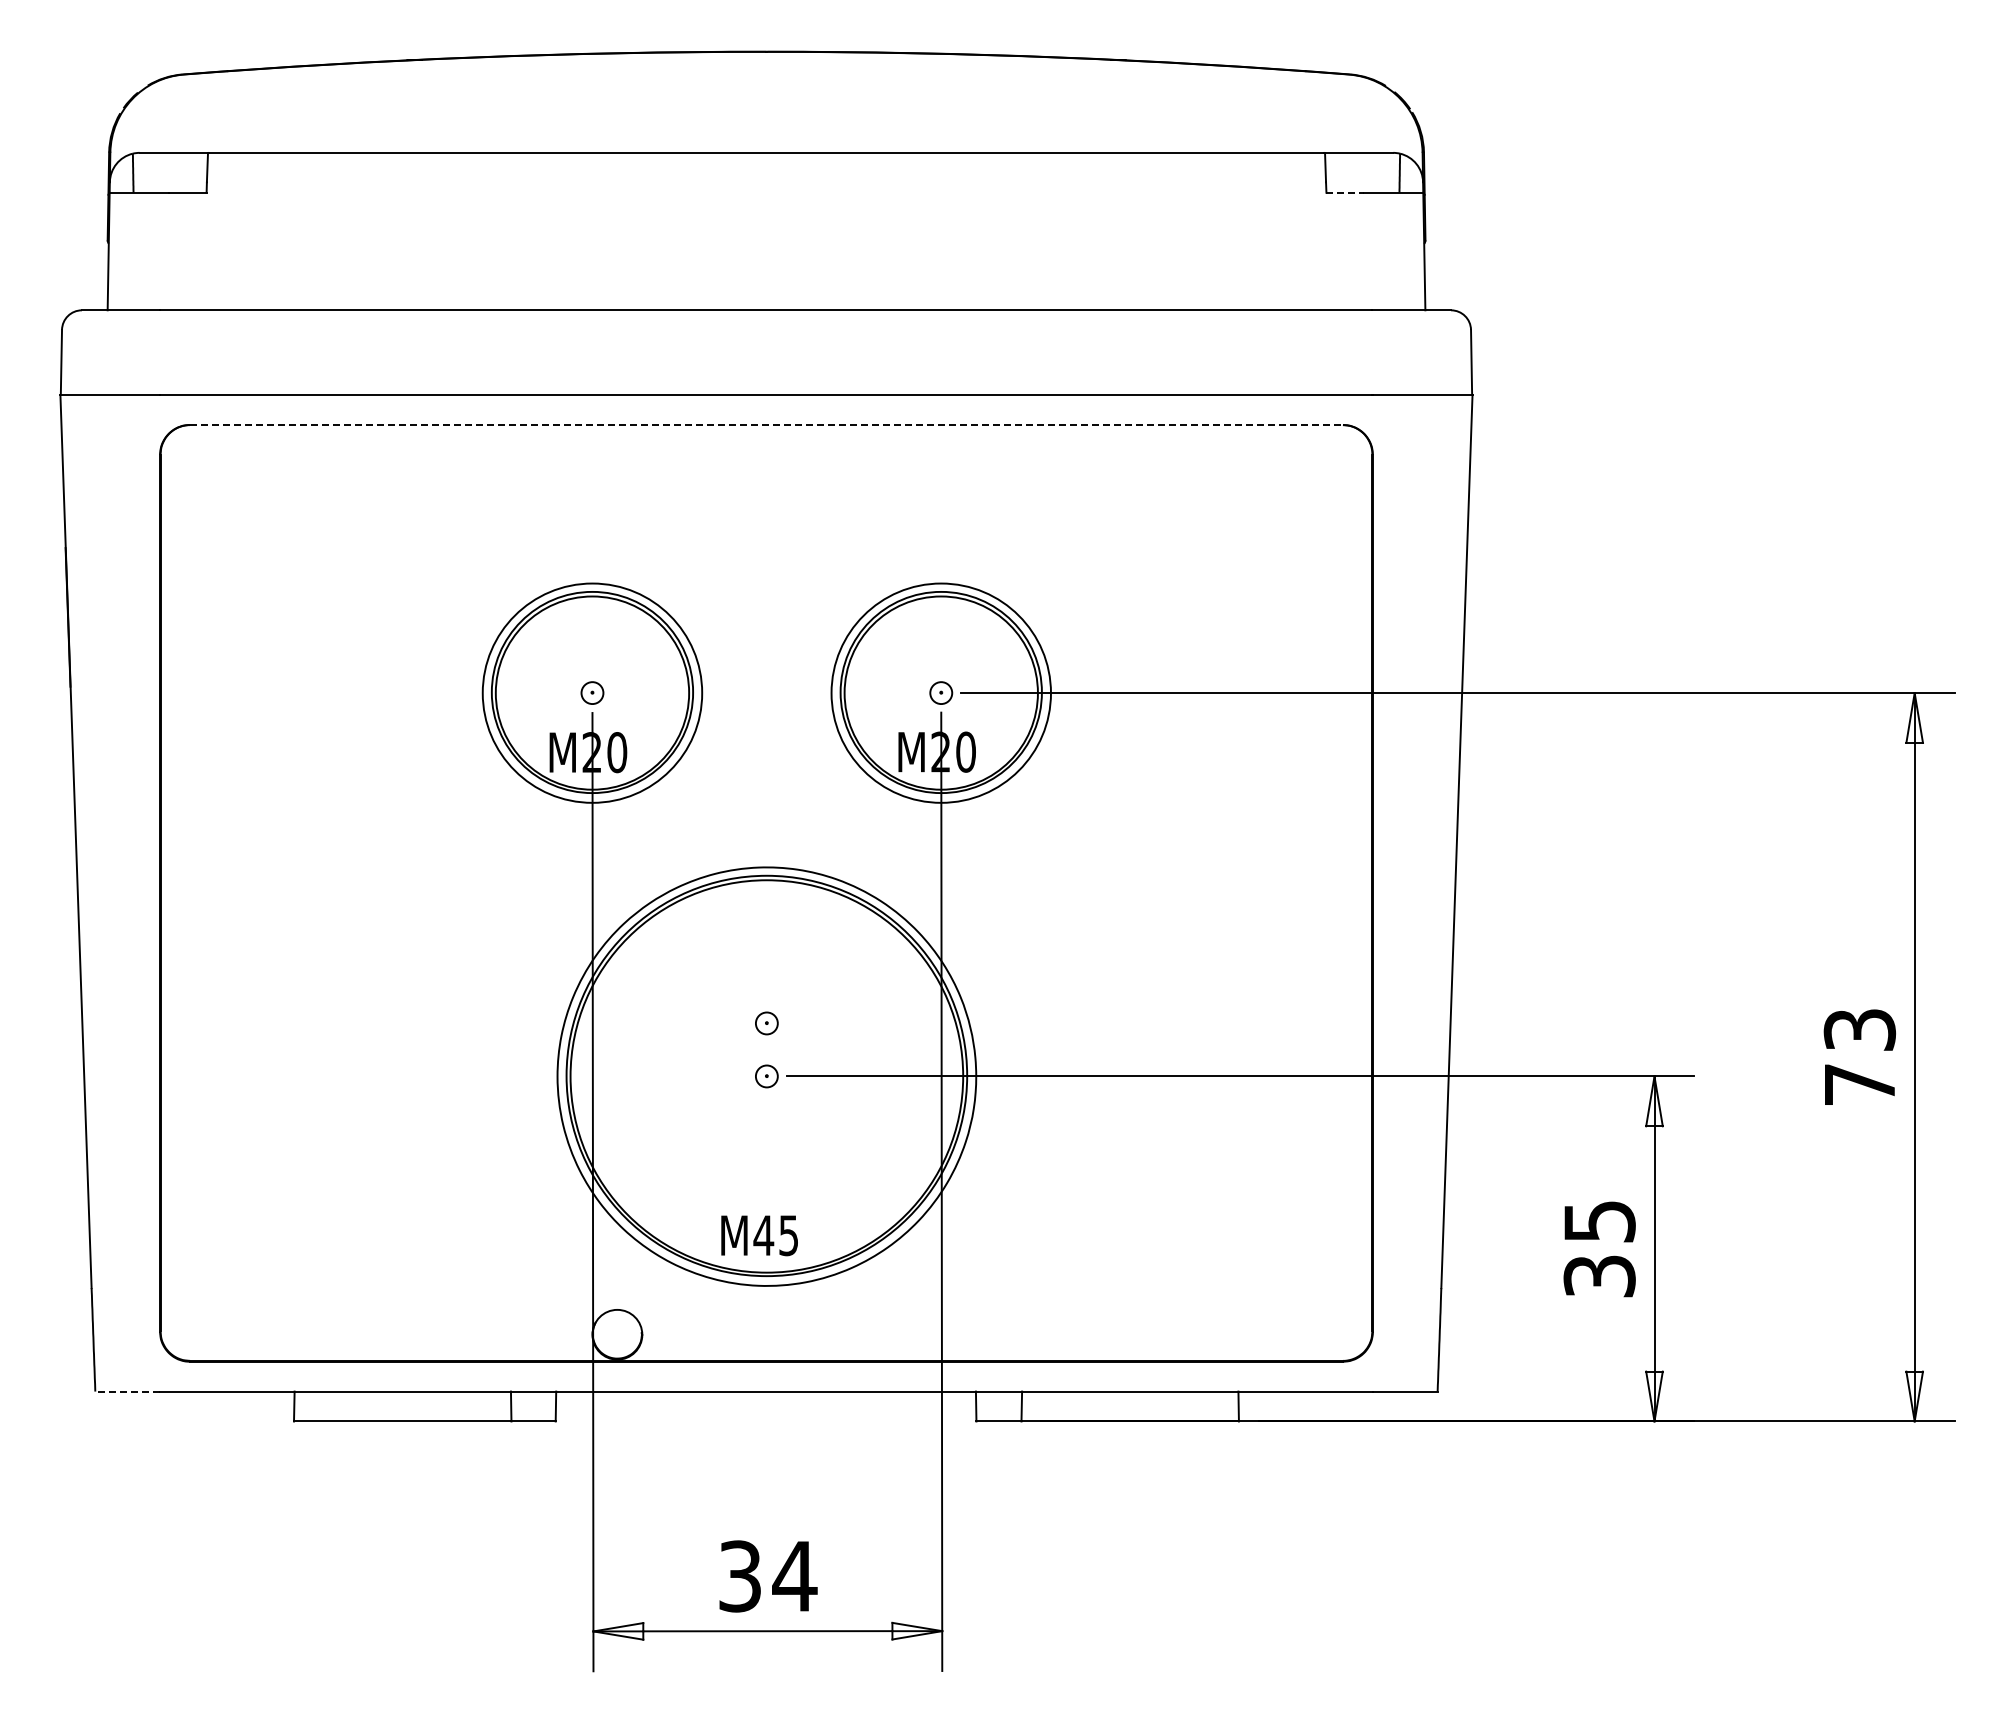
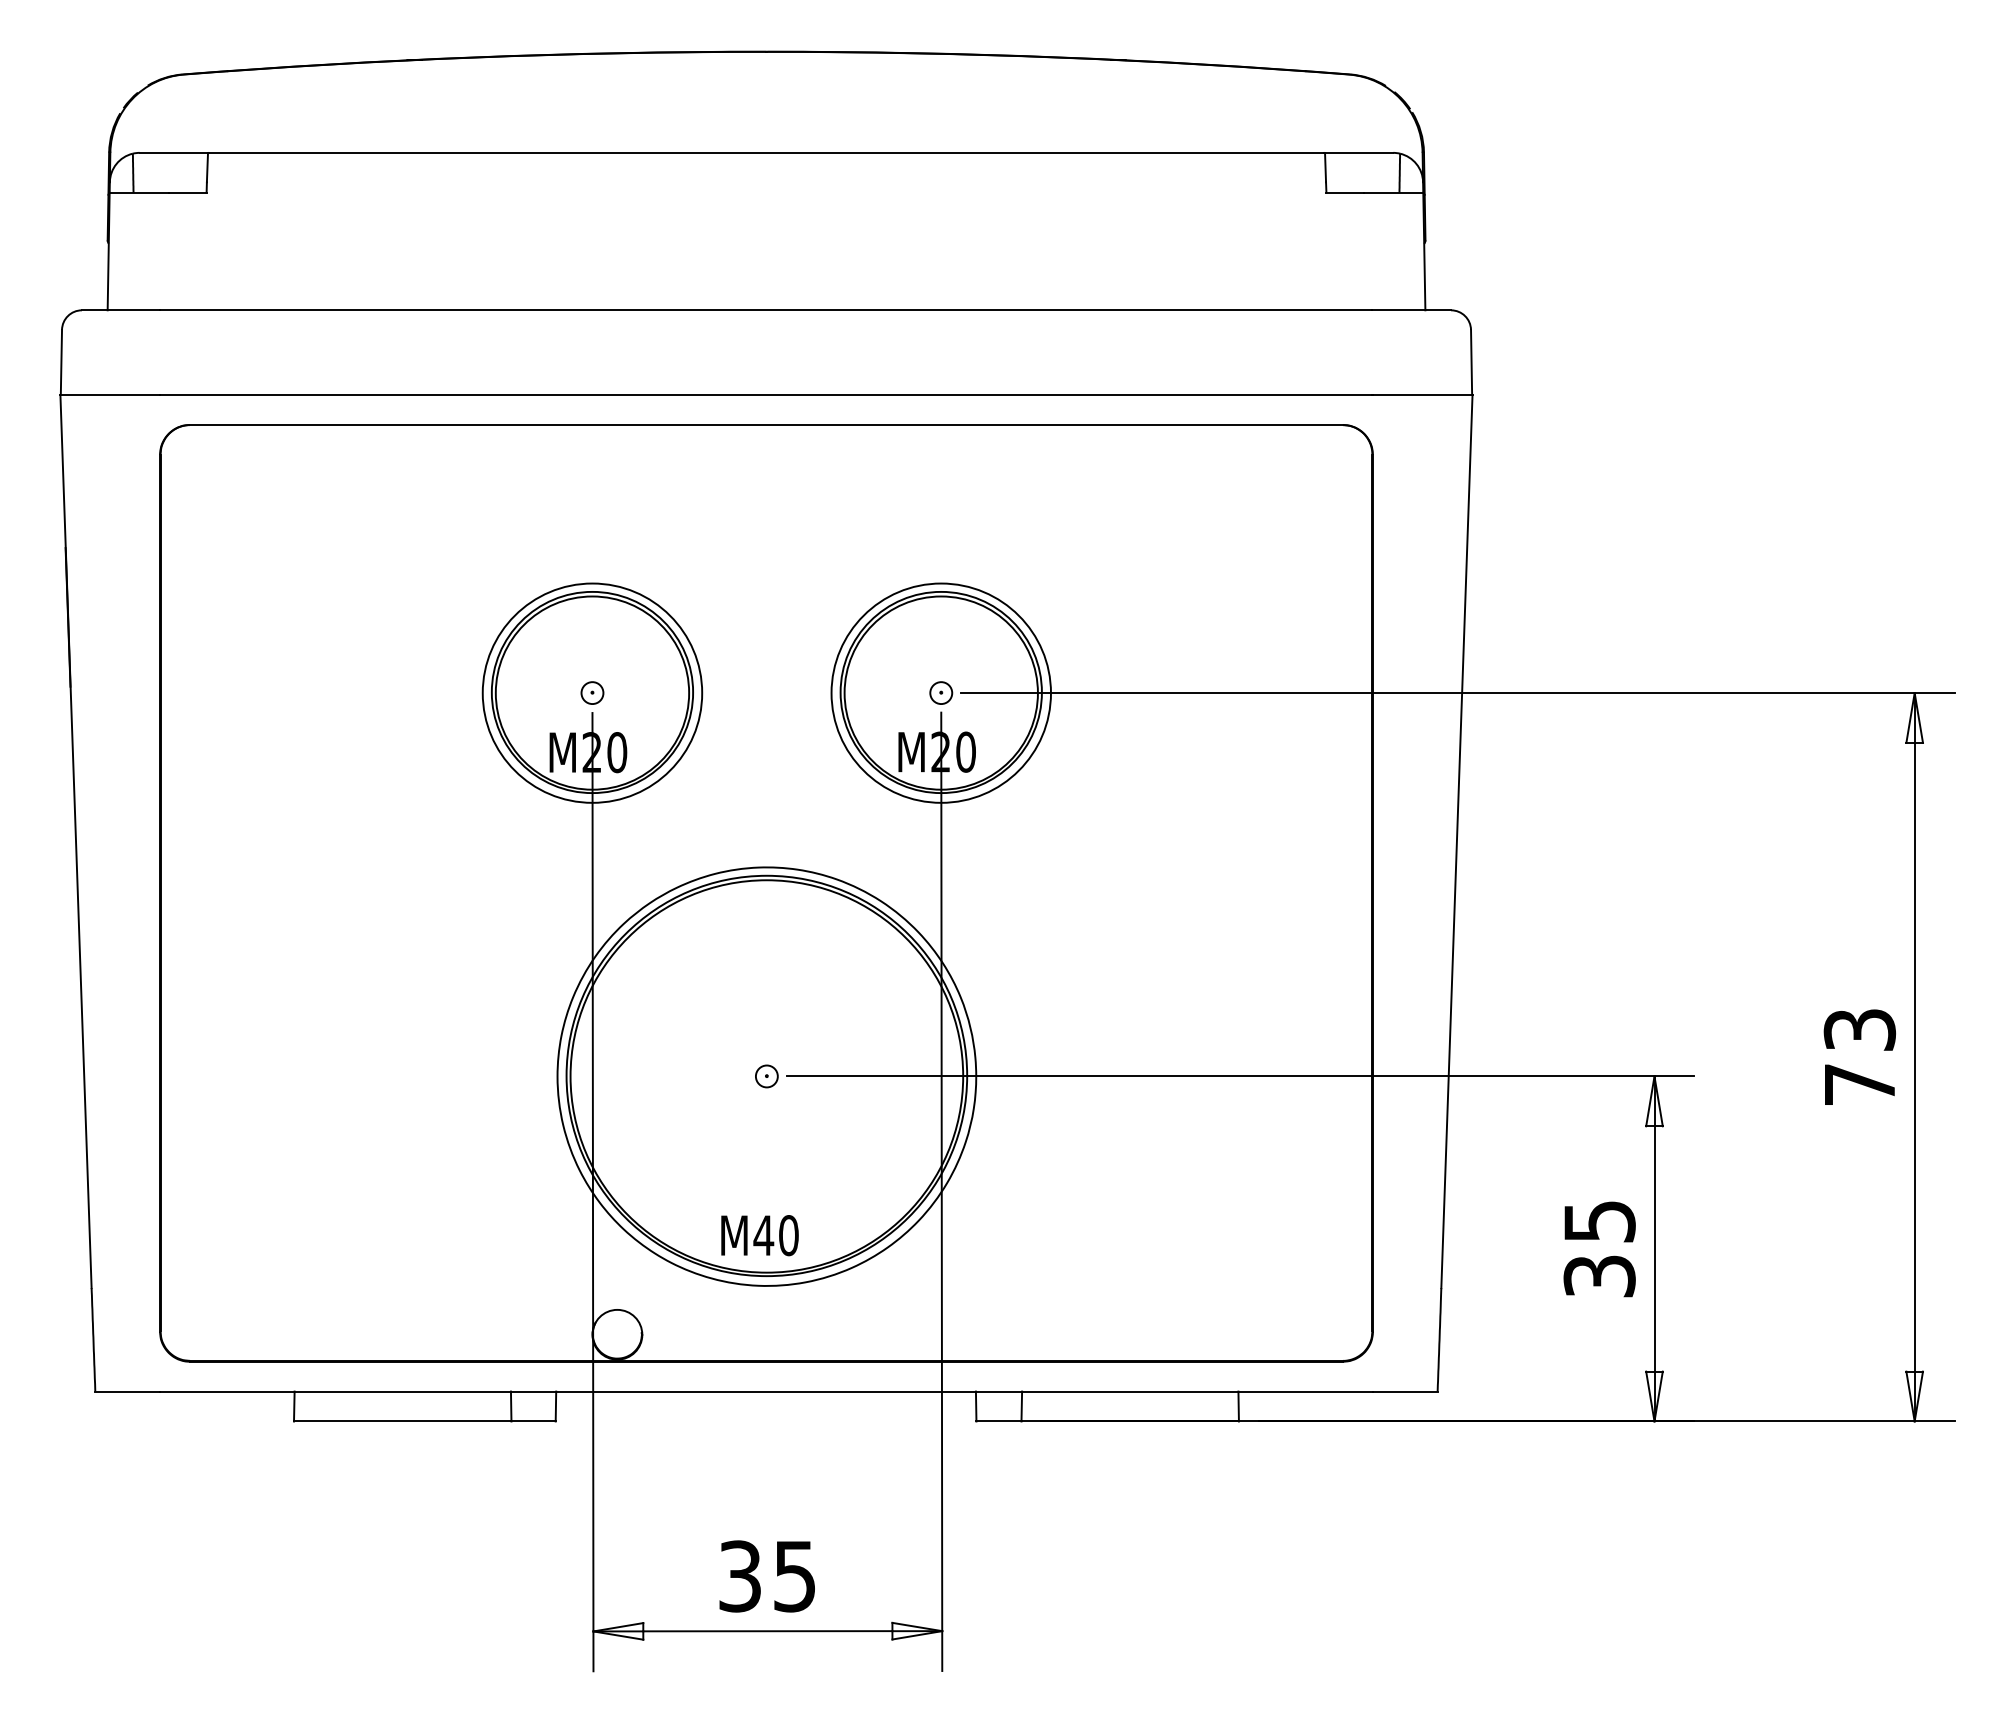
line at (1345, 192): dashed -> solid
line at (766, 424): dashed -> solid
part at (766, 1023): present -> none
text at (788, 1235): M45 -> M40
line at (127, 1391): dashed -> solid
text at (794, 1576): 34 -> 35
